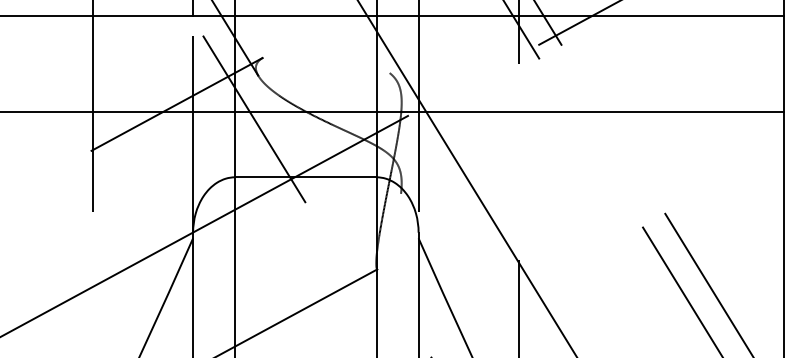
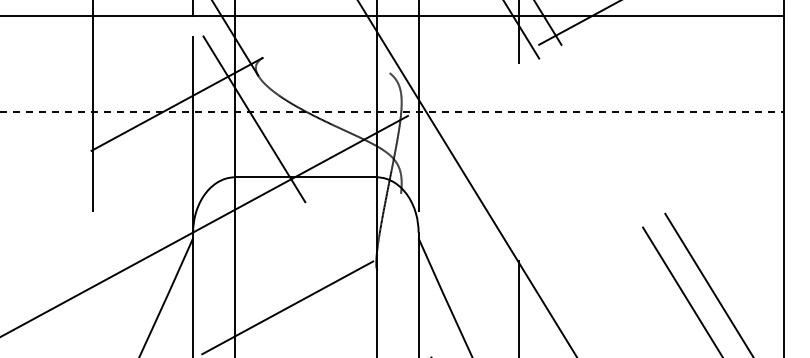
line at (392, 112): solid -> dashed
line at (298, 311) position: (298, 311) -> (287, 307)
